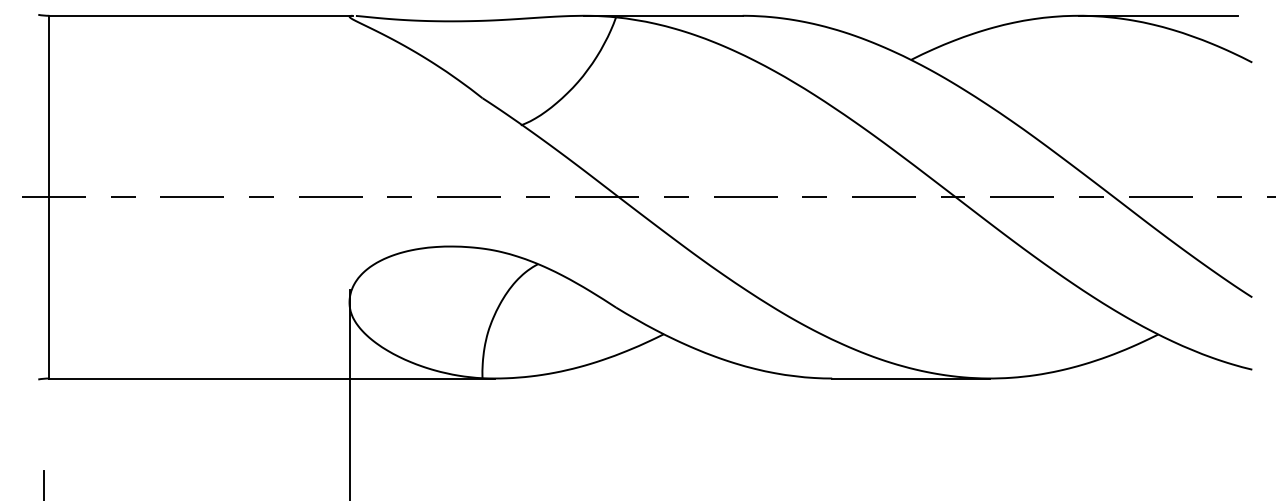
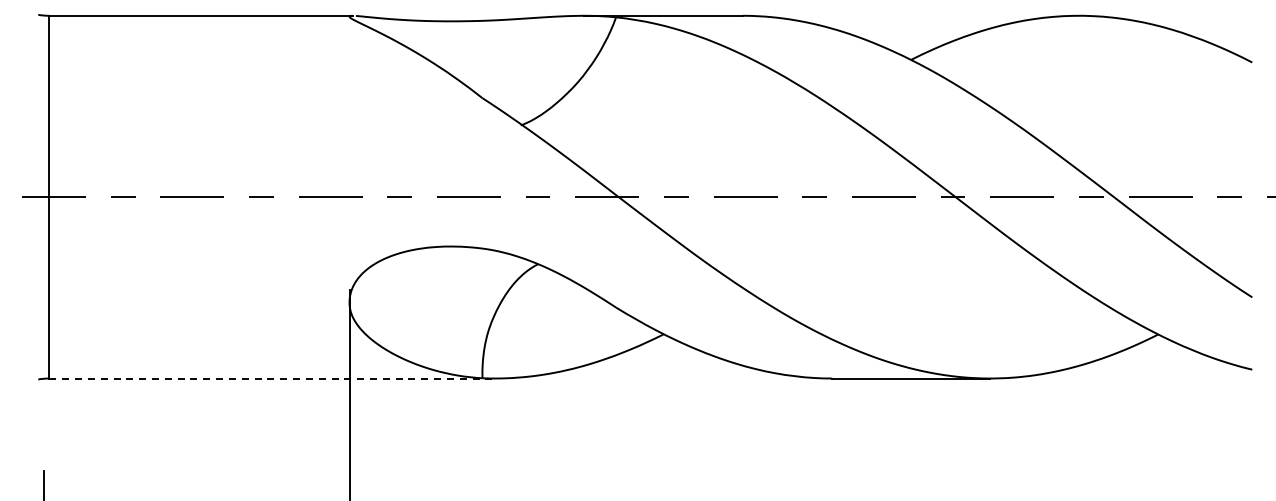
line at (1158, 15): present -> none
line at (272, 378): solid -> dashed
